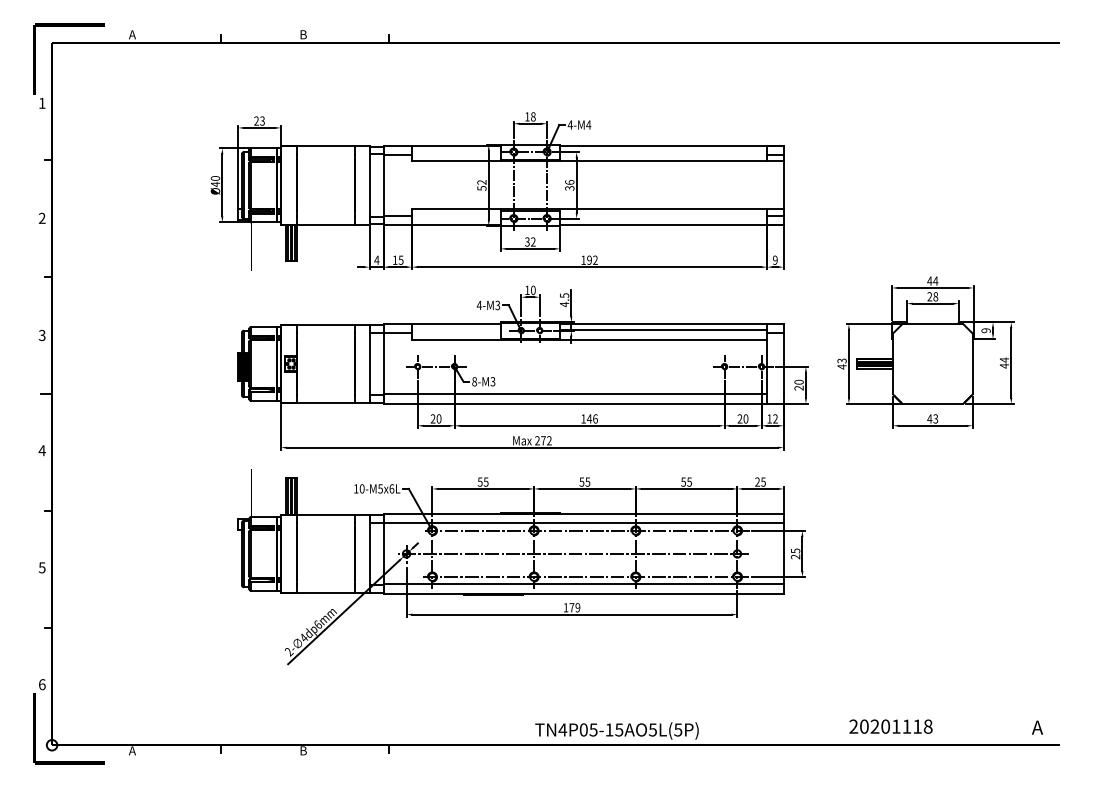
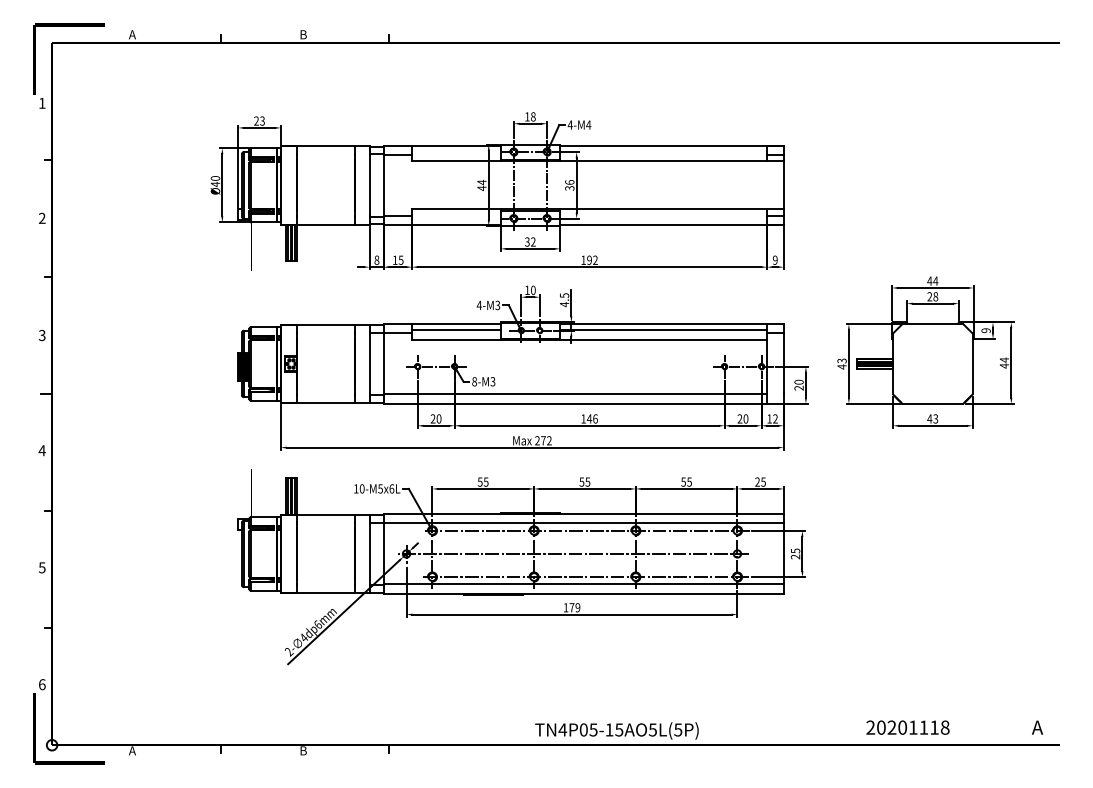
text at (481, 185): 52 -> 44
text at (376, 259): 4 -> 8
line at (456, 329): none -> present
text at (890, 726) position: (890, 726) -> (907, 727)
